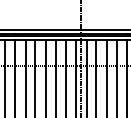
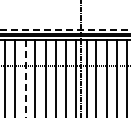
line at (65, 29): solid -> dashed
line at (25, 78): solid -> dashed
